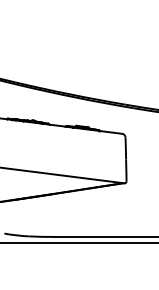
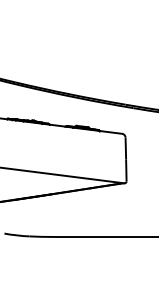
line at (78, 242): present -> none
